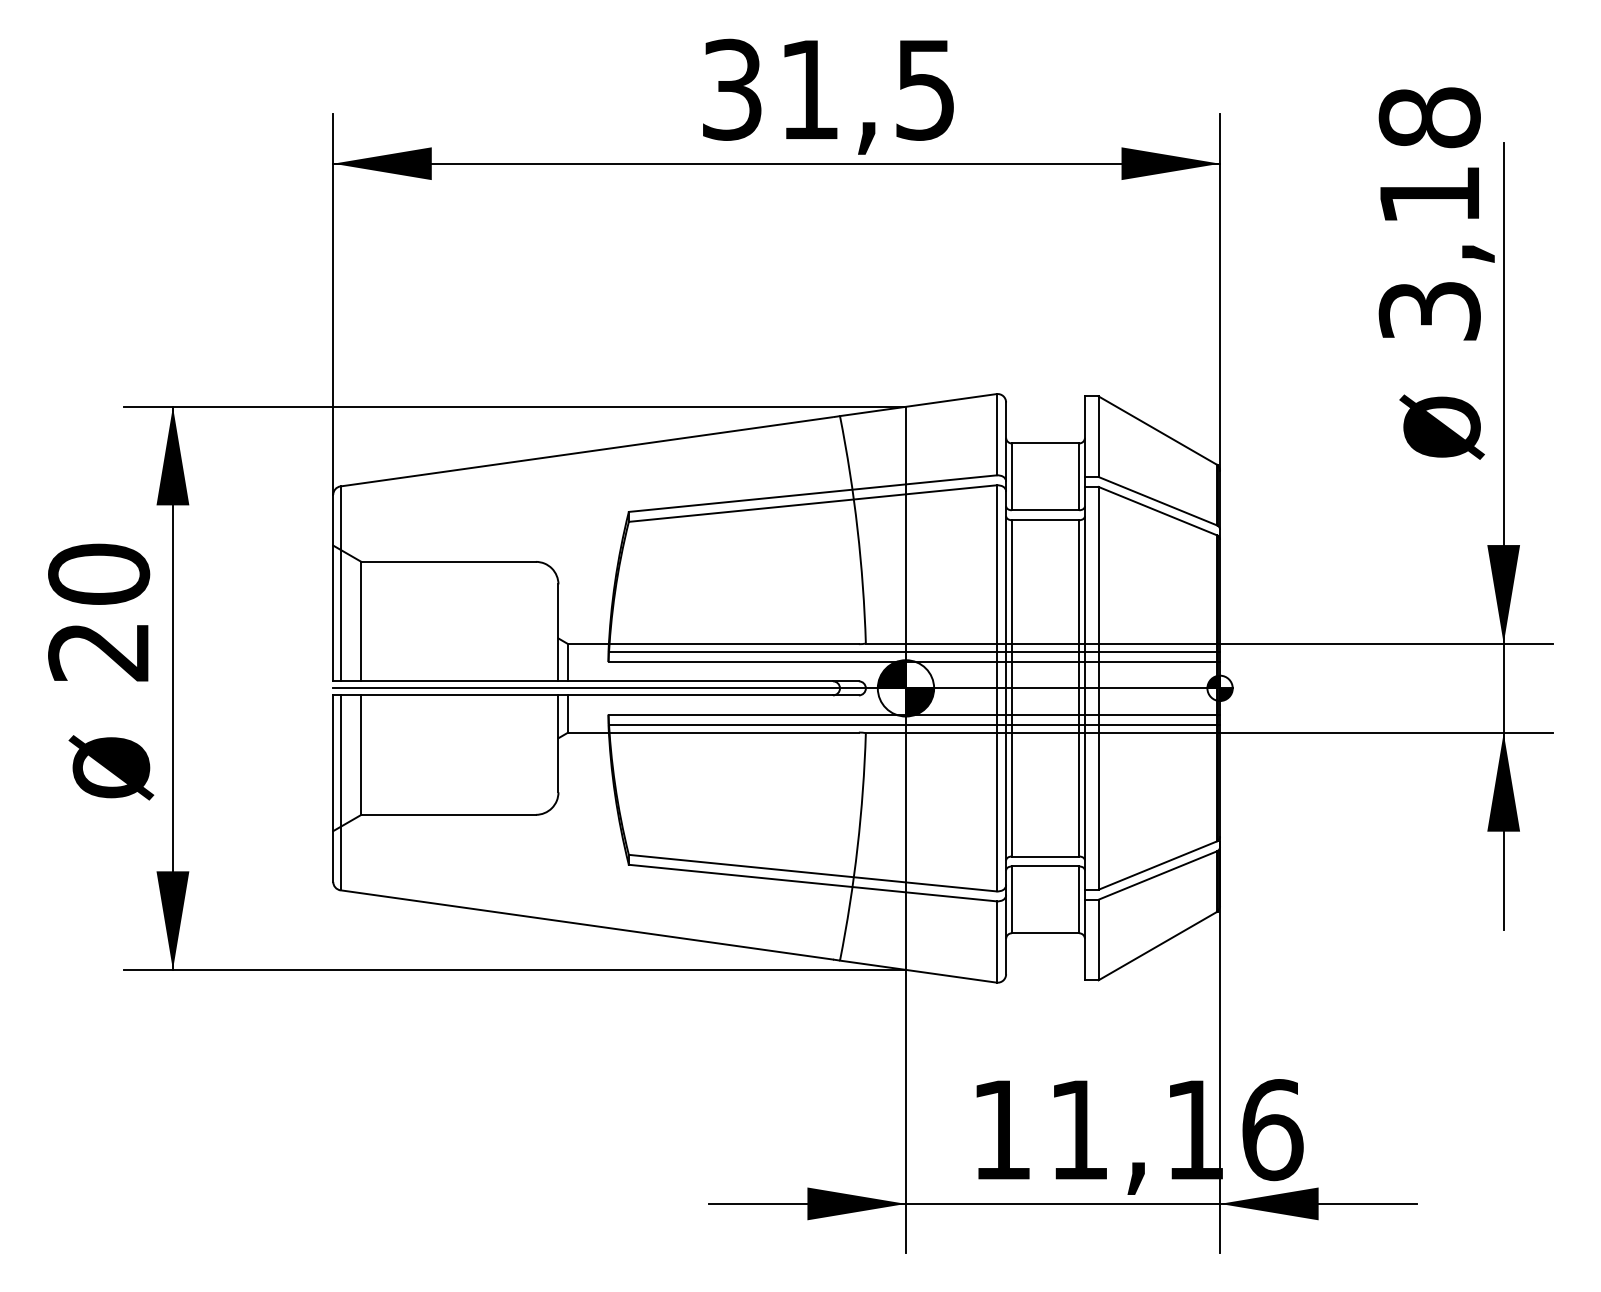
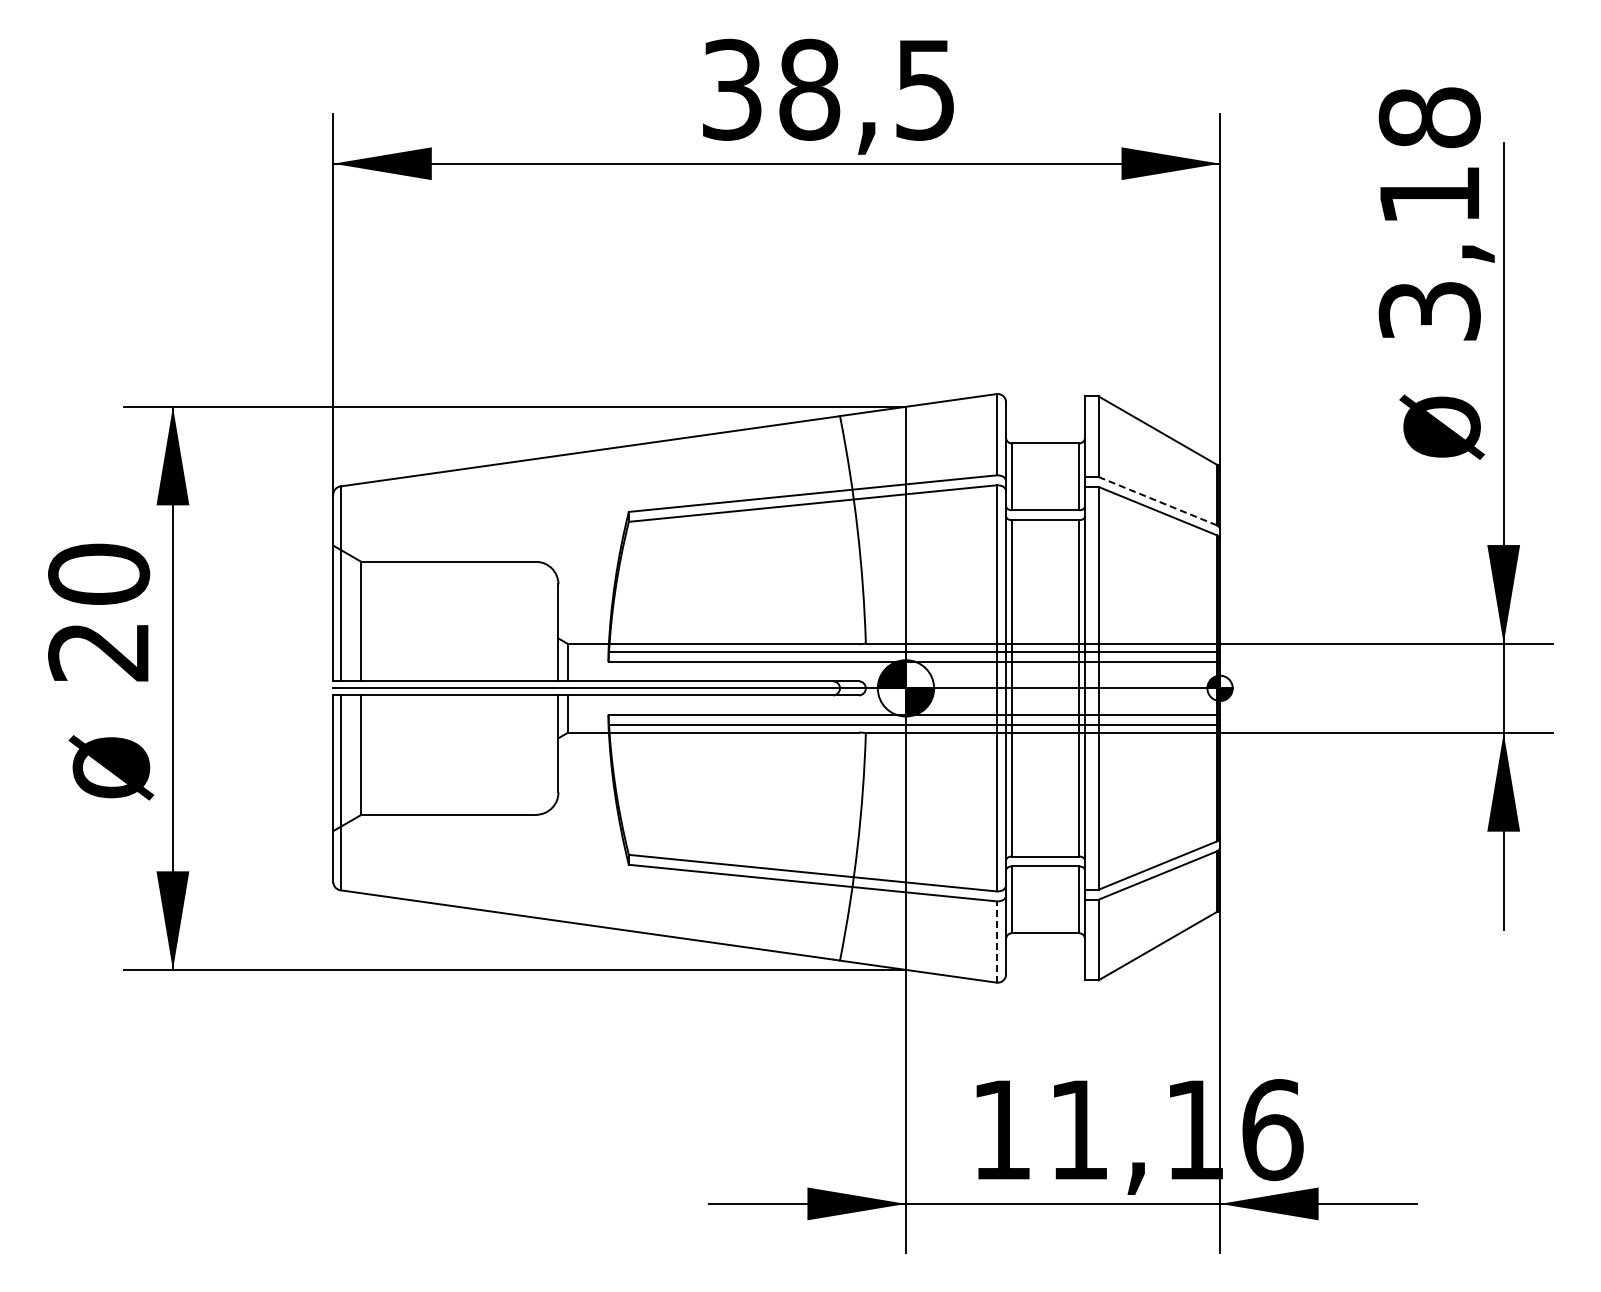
text at (809, 89): 31,5 -> 38,5
line at (1157, 501): solid -> dashed
line at (996, 941): solid -> dashed
